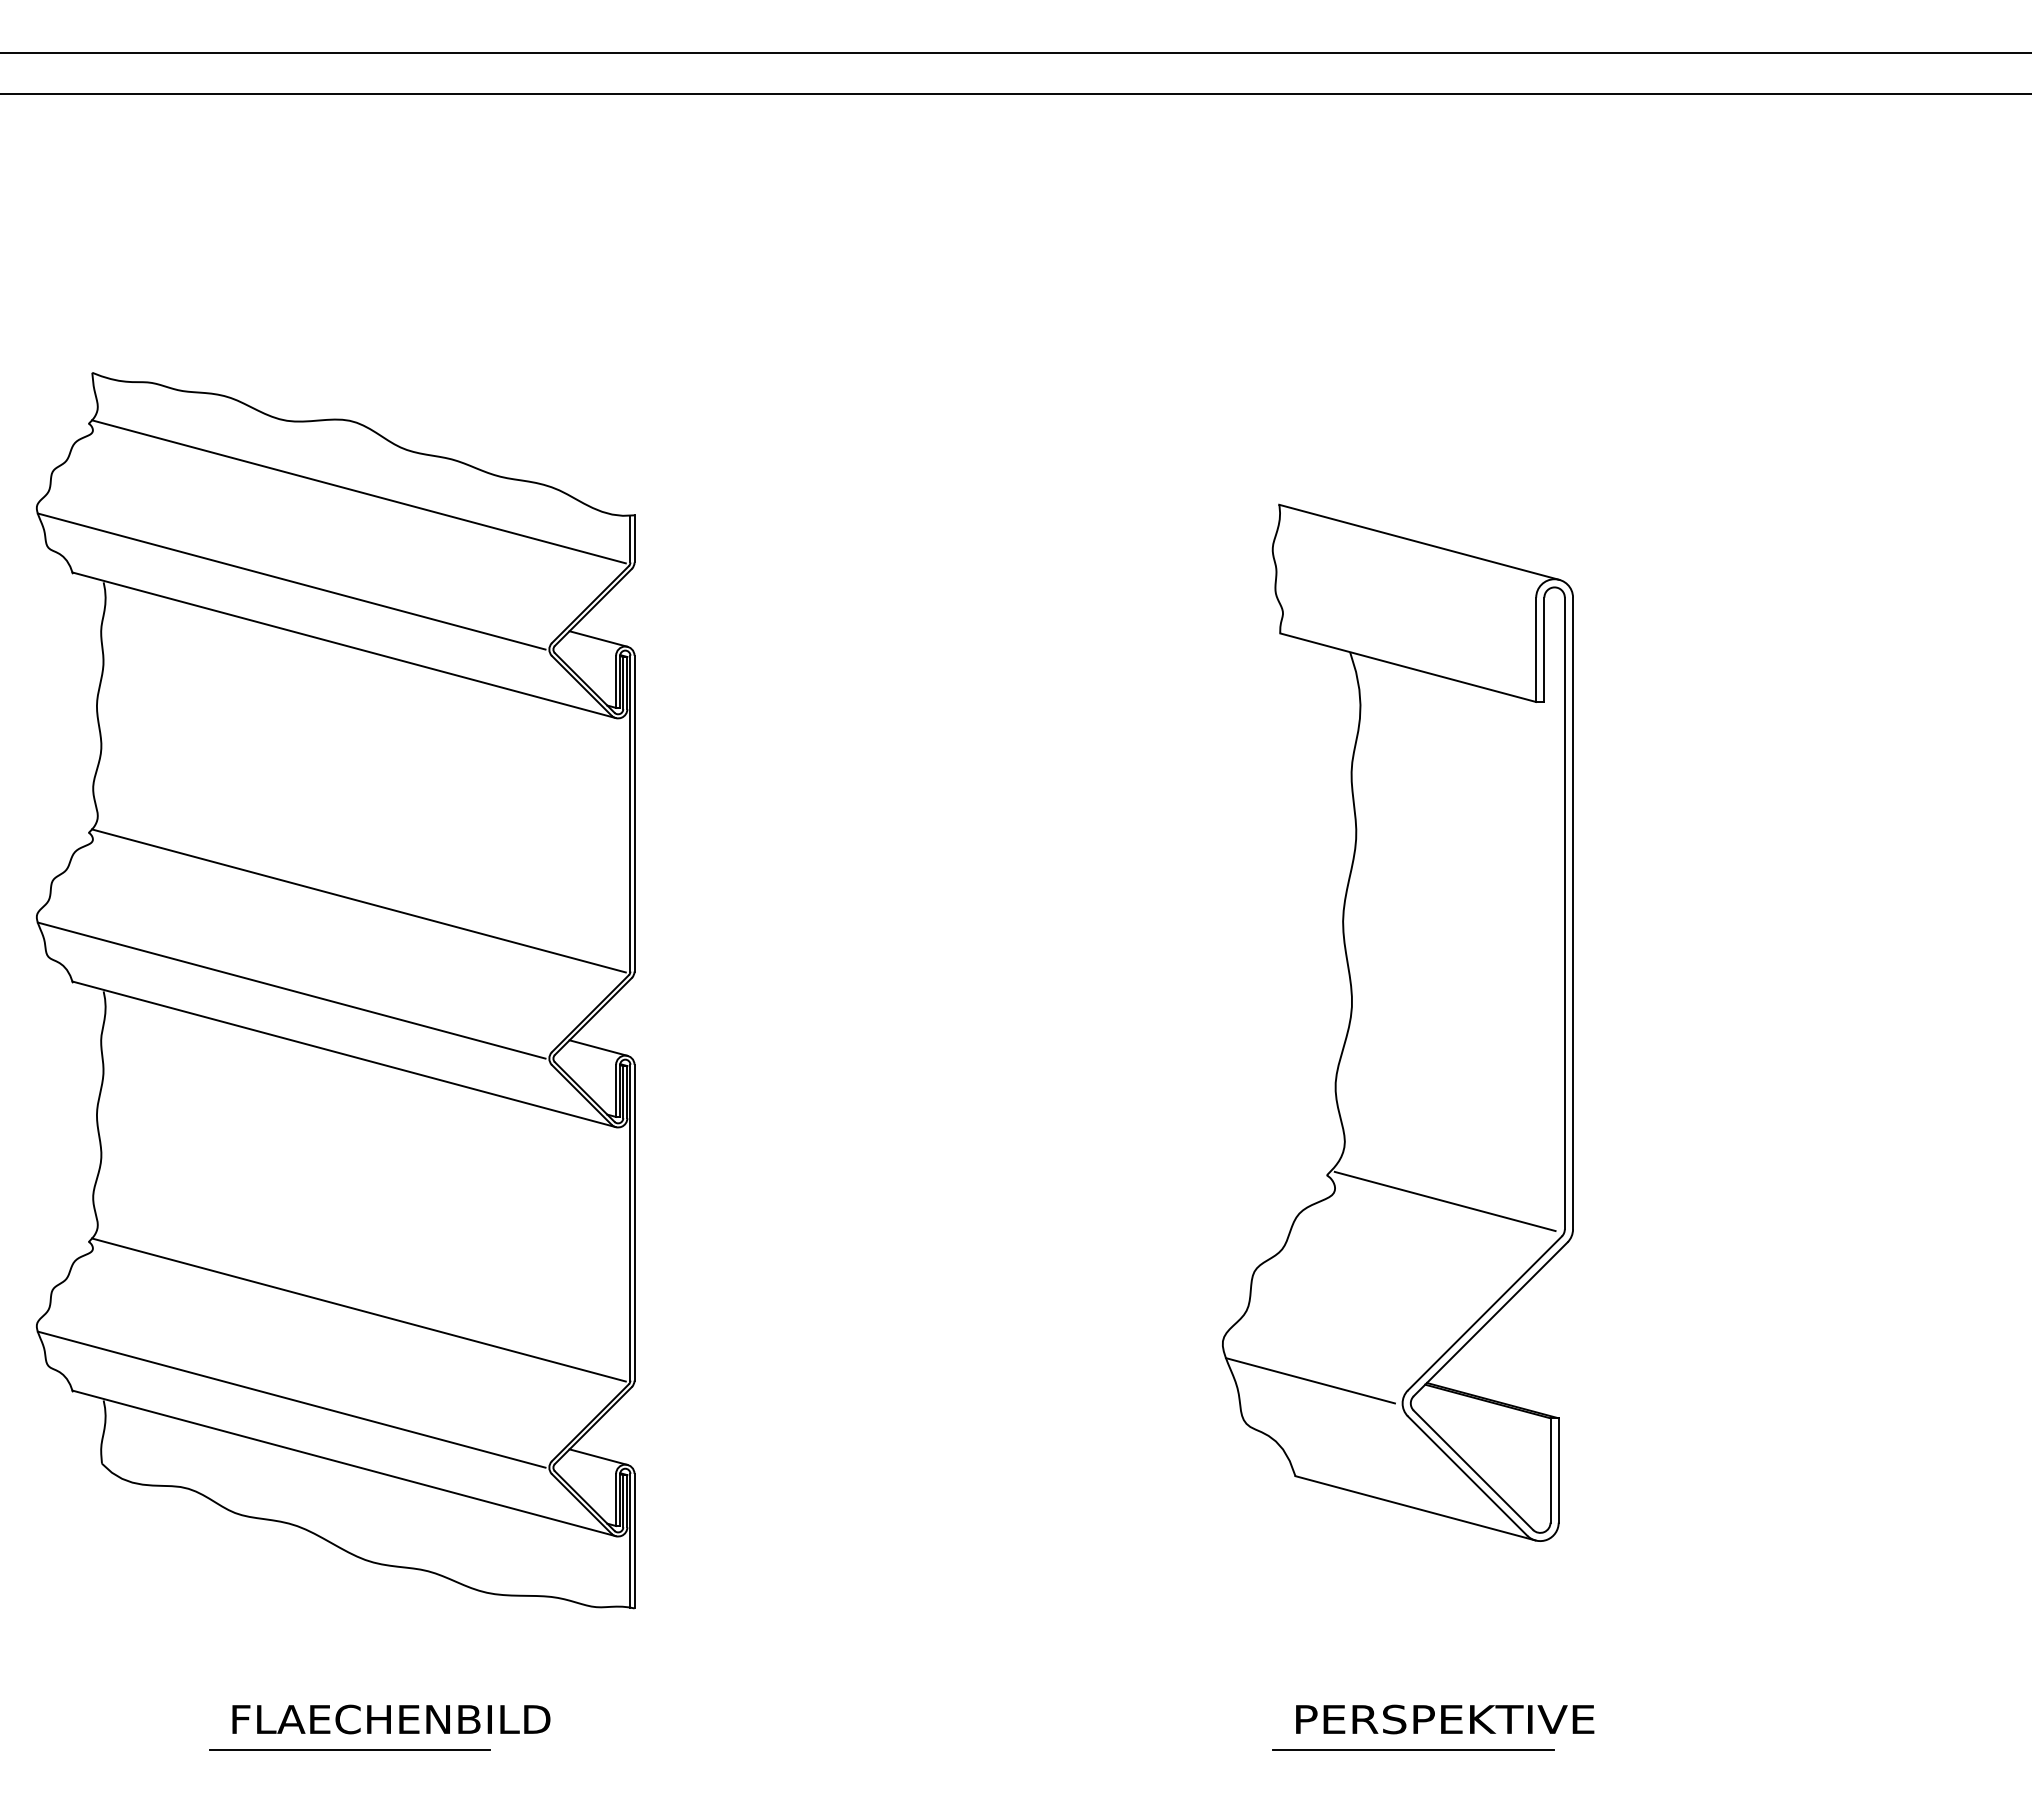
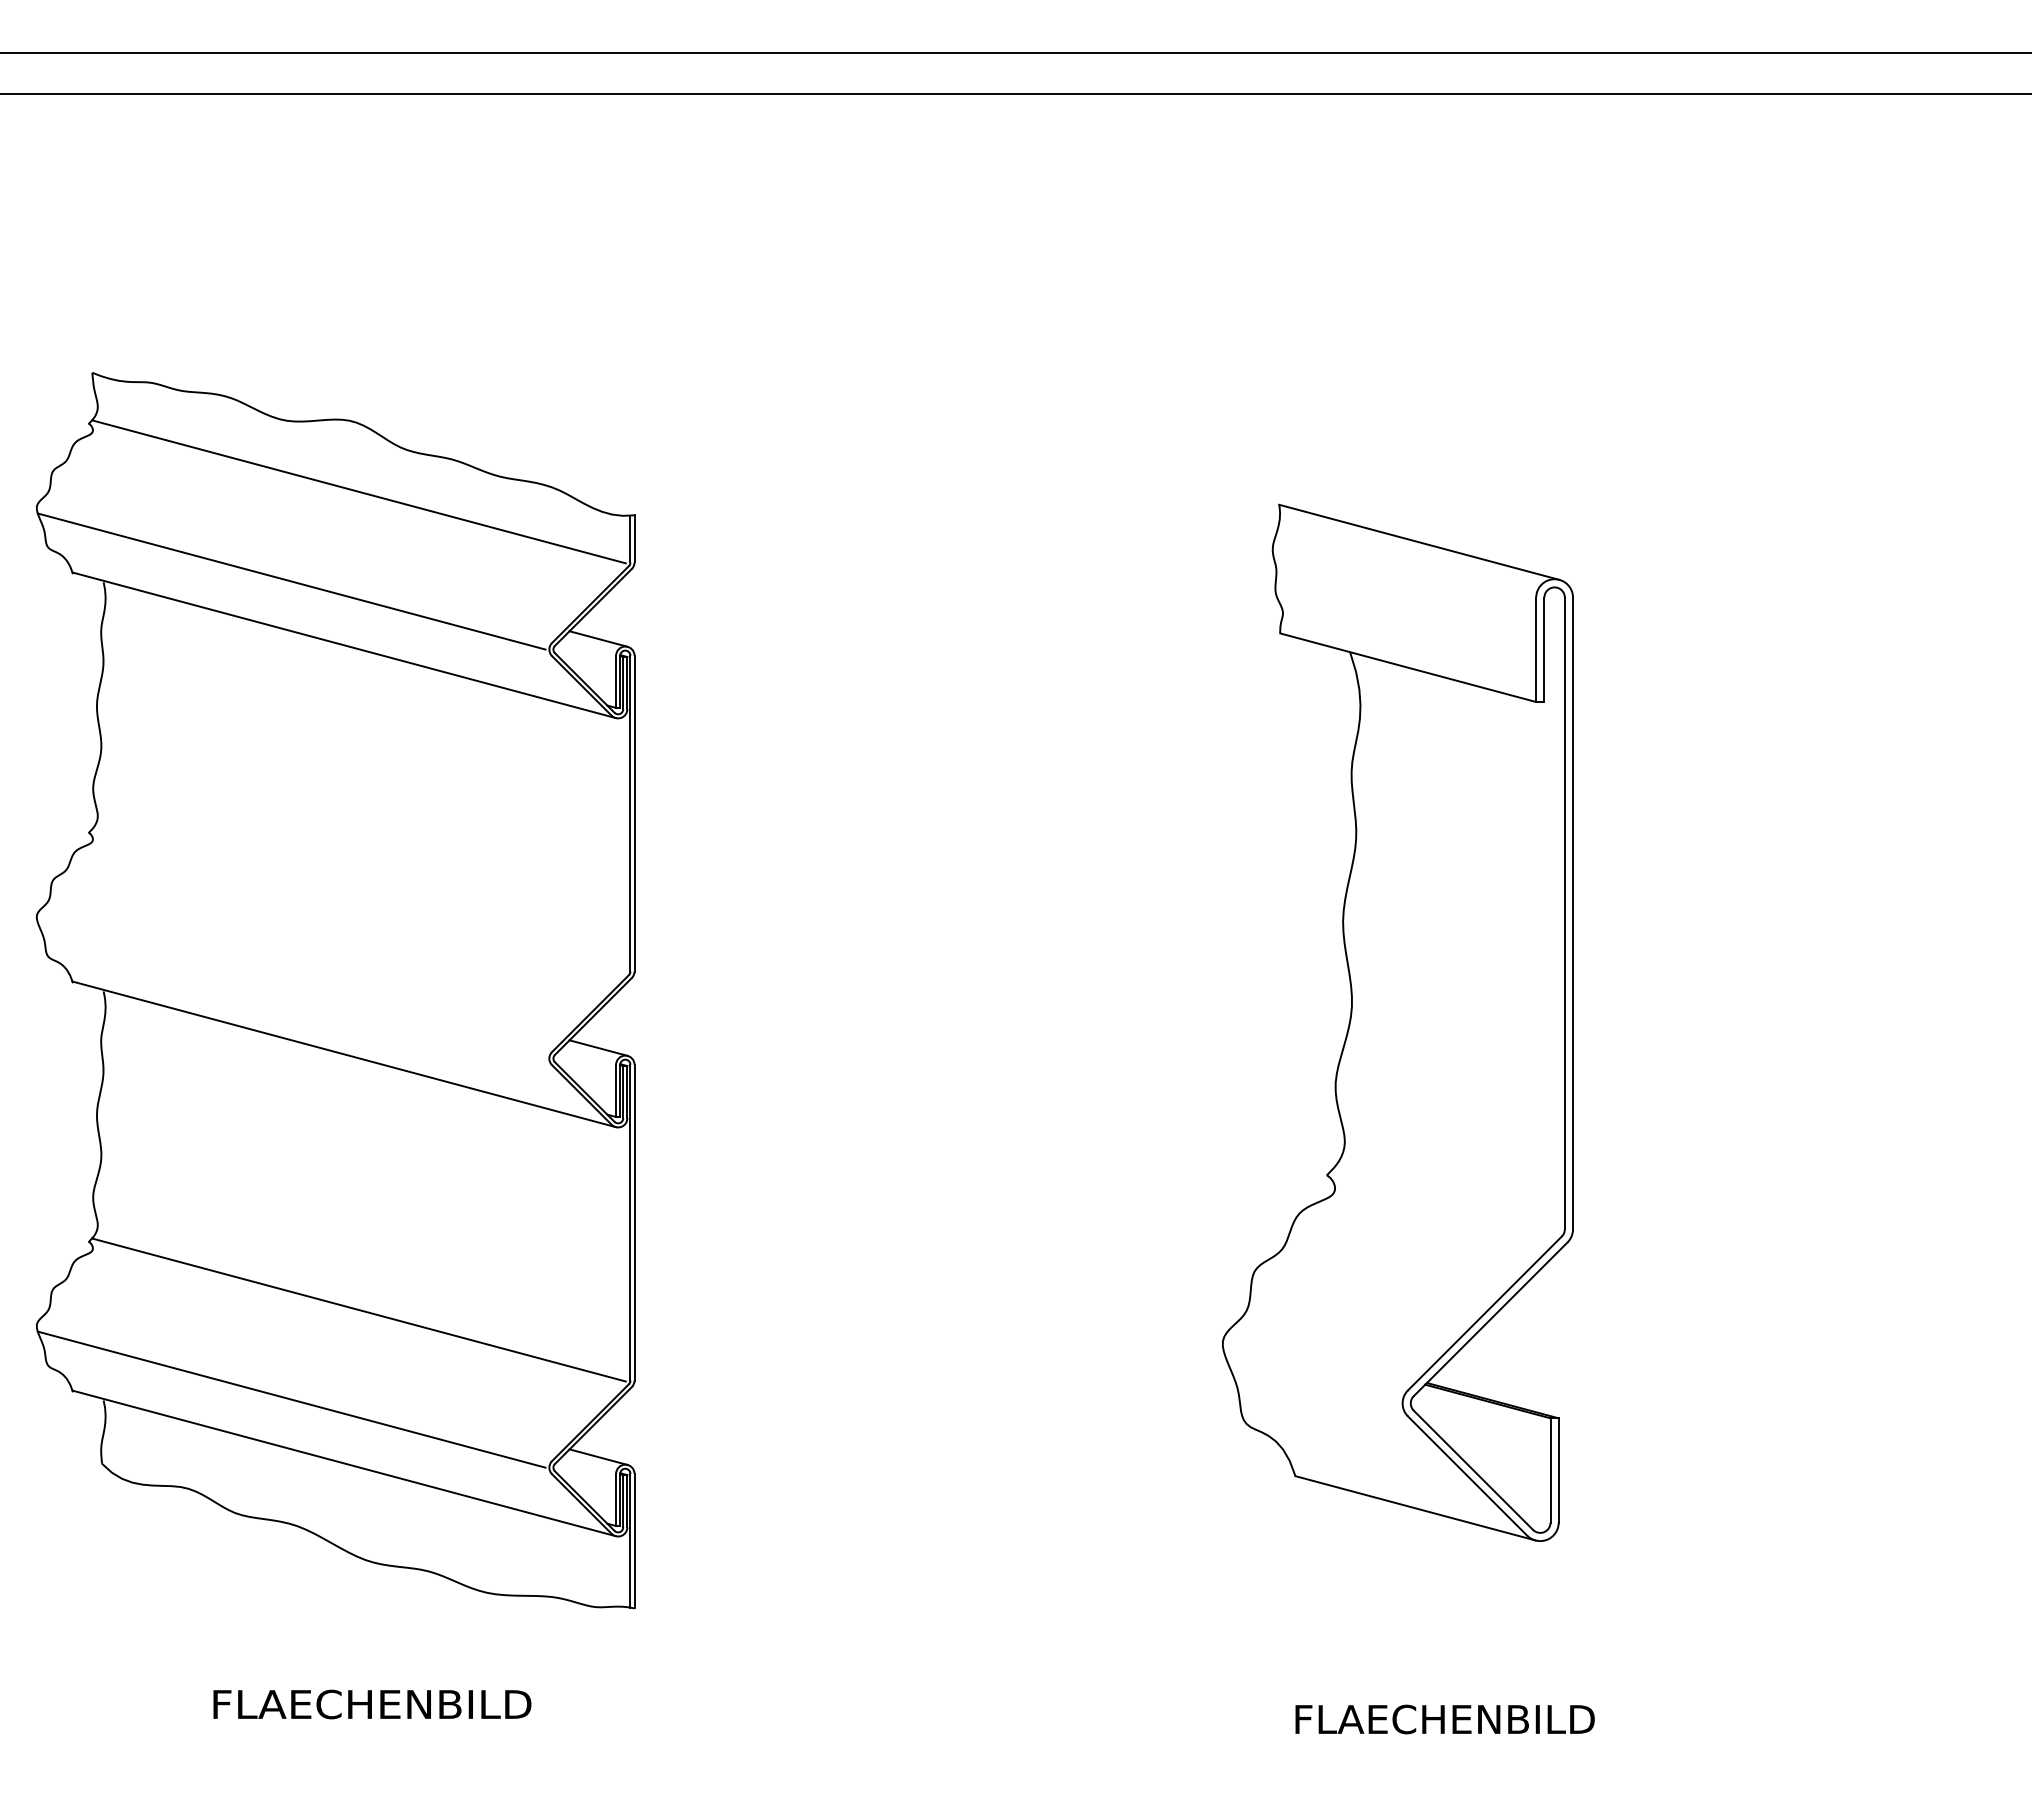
line at (358, 900): present -> none
line at (291, 990): present -> none
line at (1444, 1201): present -> none
line at (1309, 1380): present -> none
text at (391, 1719) position: (391, 1719) -> (372, 1704)
text at (1444, 1719): PERSPEKTIVE -> FLAECHENBILD
line at (349, 1749): present -> none
line at (1413, 1749): present -> none
